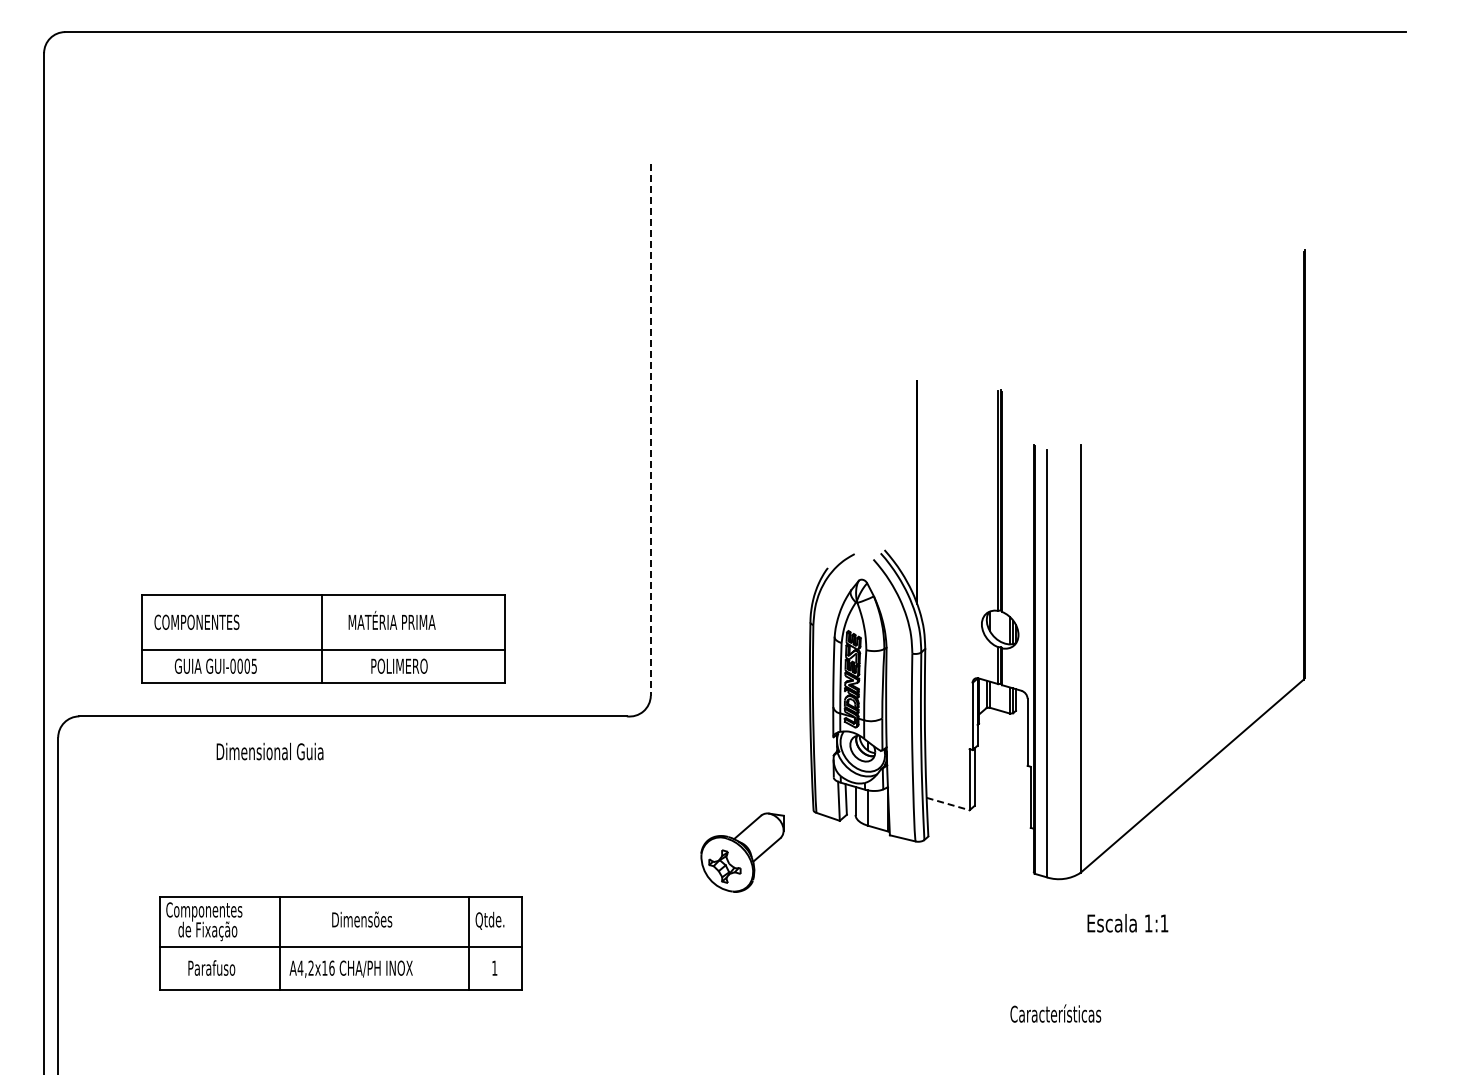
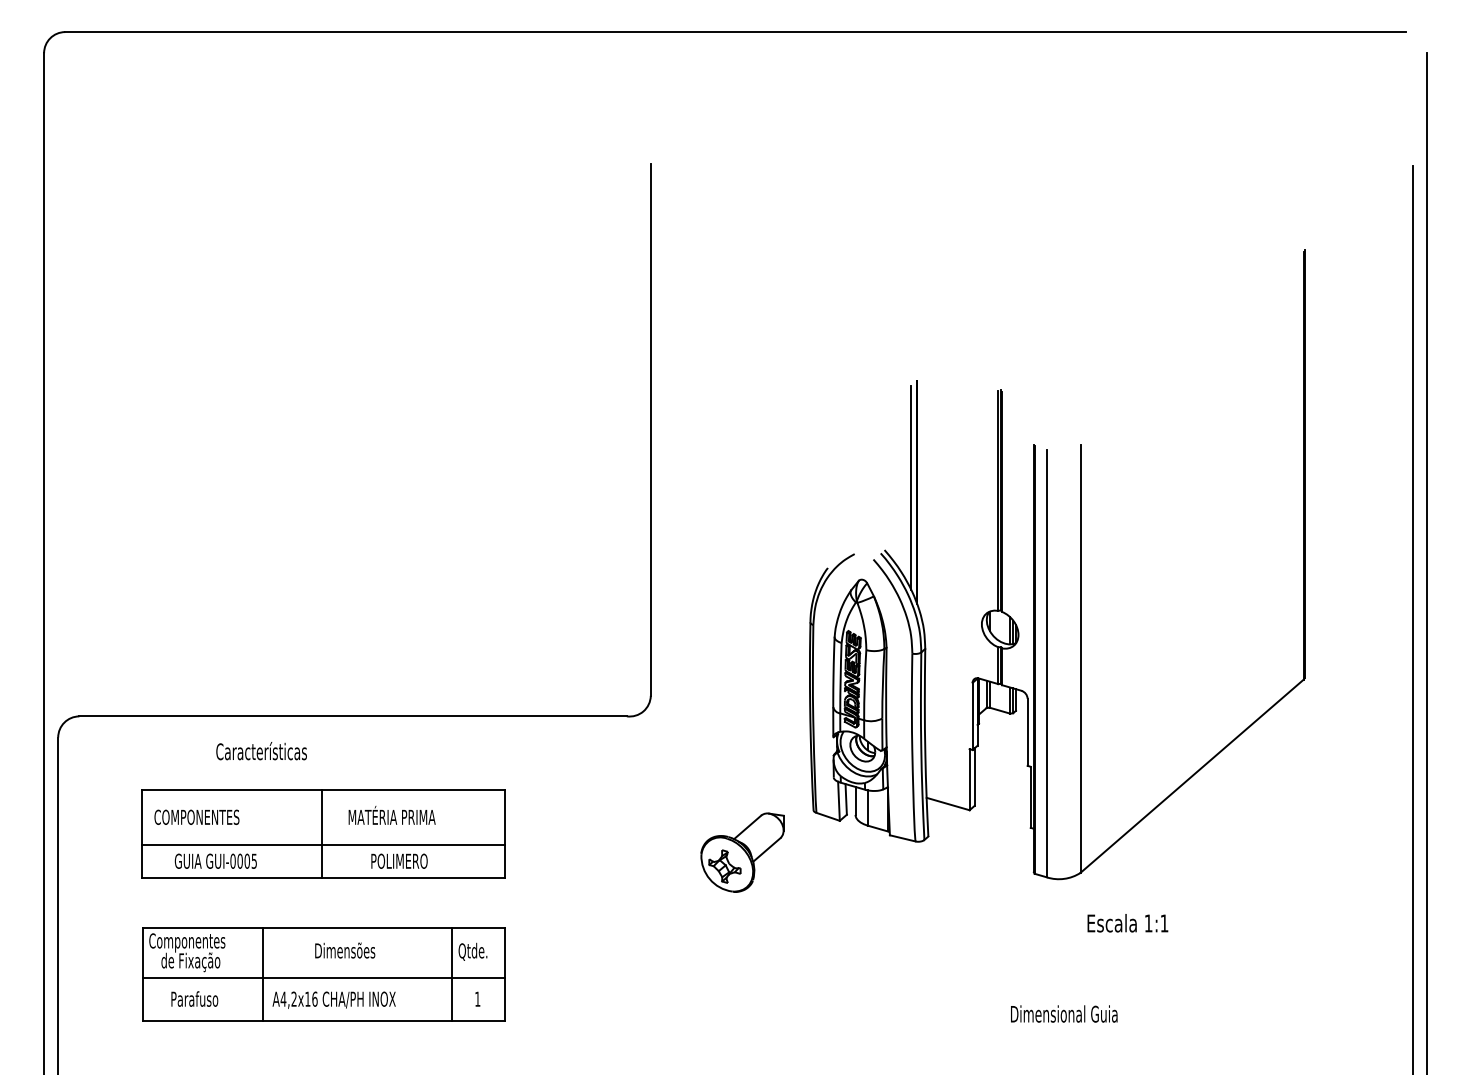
line at (650, 430): dashed -> solid
line at (911, 487): none -> present
line at (1426, 562): none -> present
line at (1412, 618): none -> present
part at (323, 638) position: (323, 638) -> (323, 833)
text at (269, 751): Dimensional Guia -> Características
line at (948, 804): dashed -> solid
part at (340, 943) position: (340, 943) -> (323, 974)
text at (1063, 1013): Características -> Dimensional Guia
